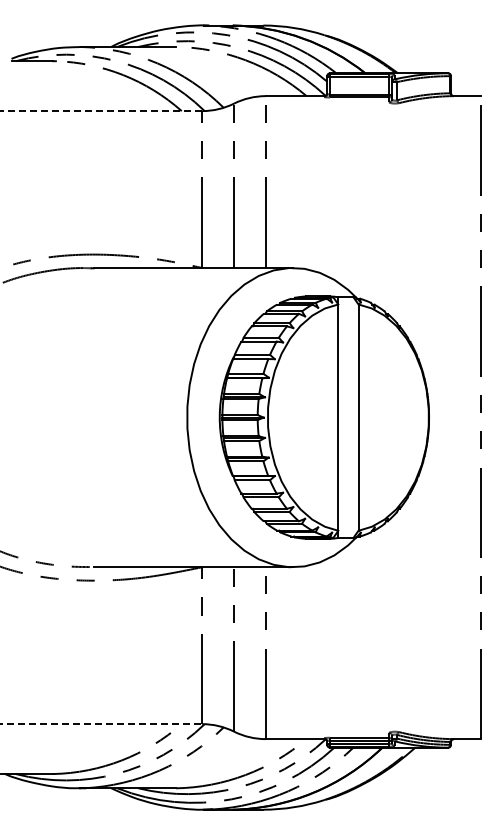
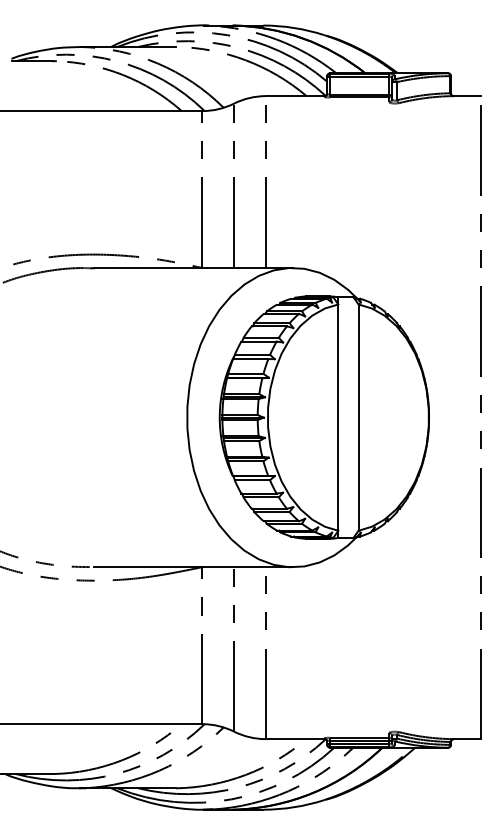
line at (101, 111): dashed -> solid
line at (101, 724): dashed -> solid
